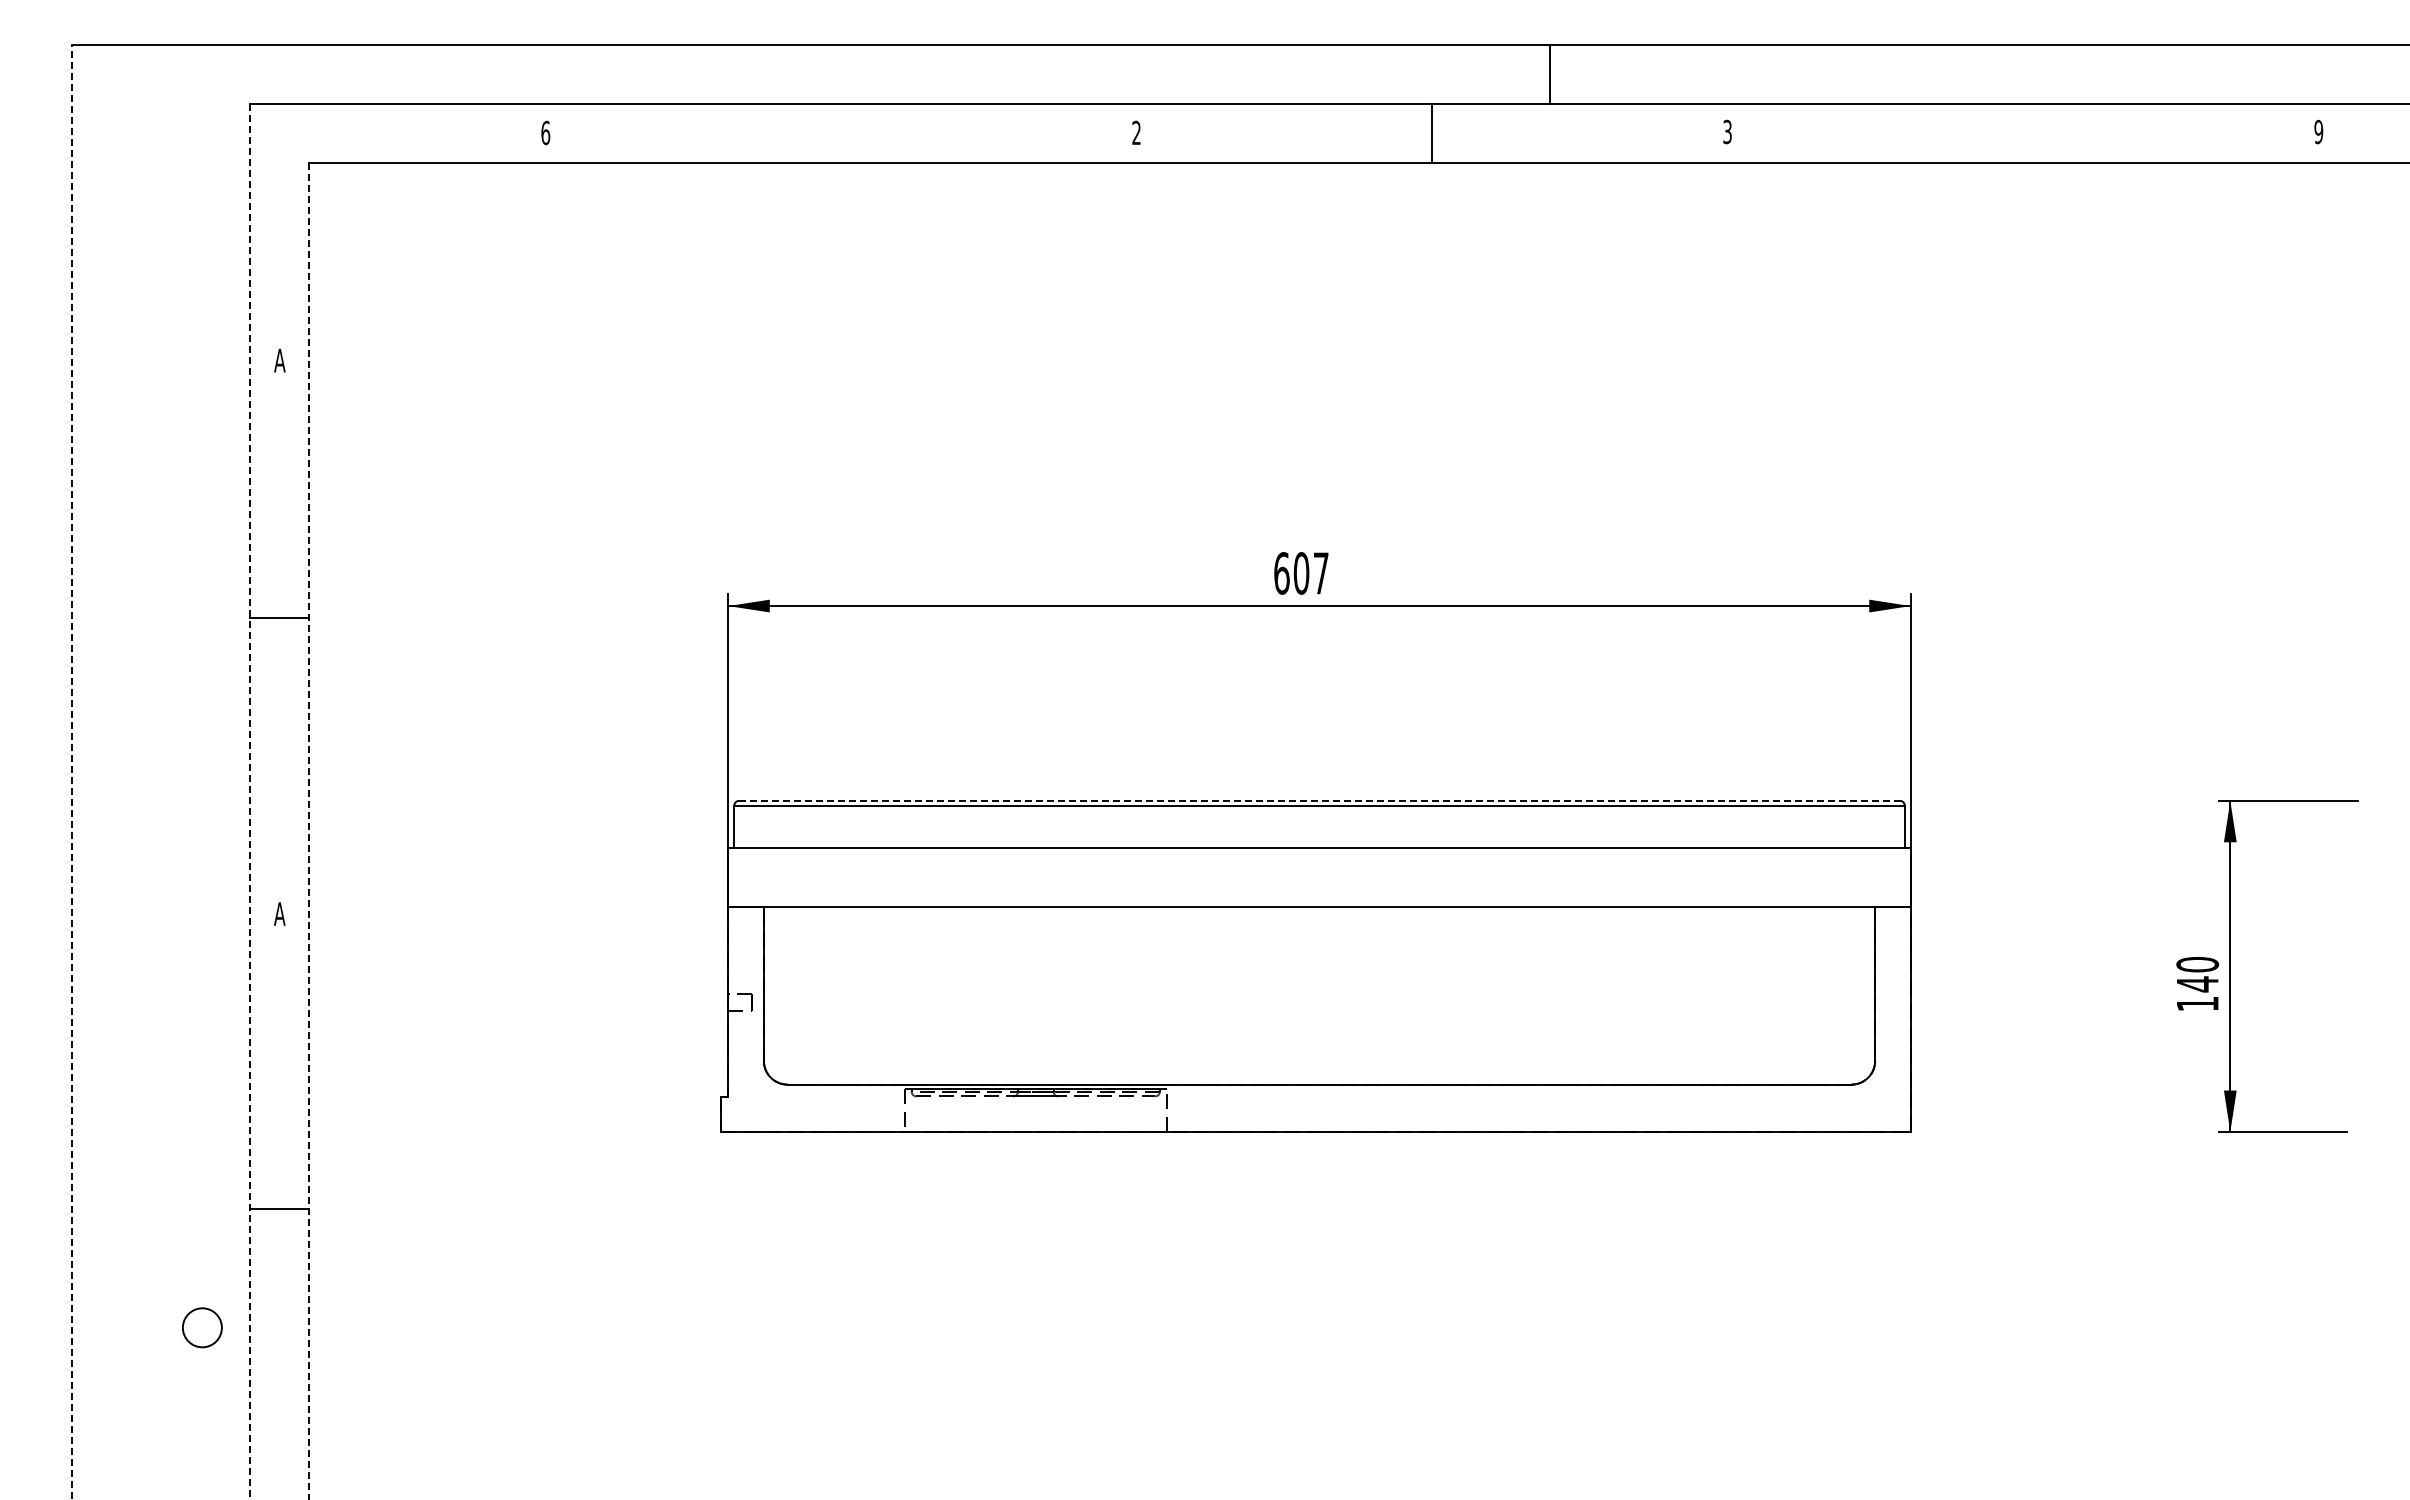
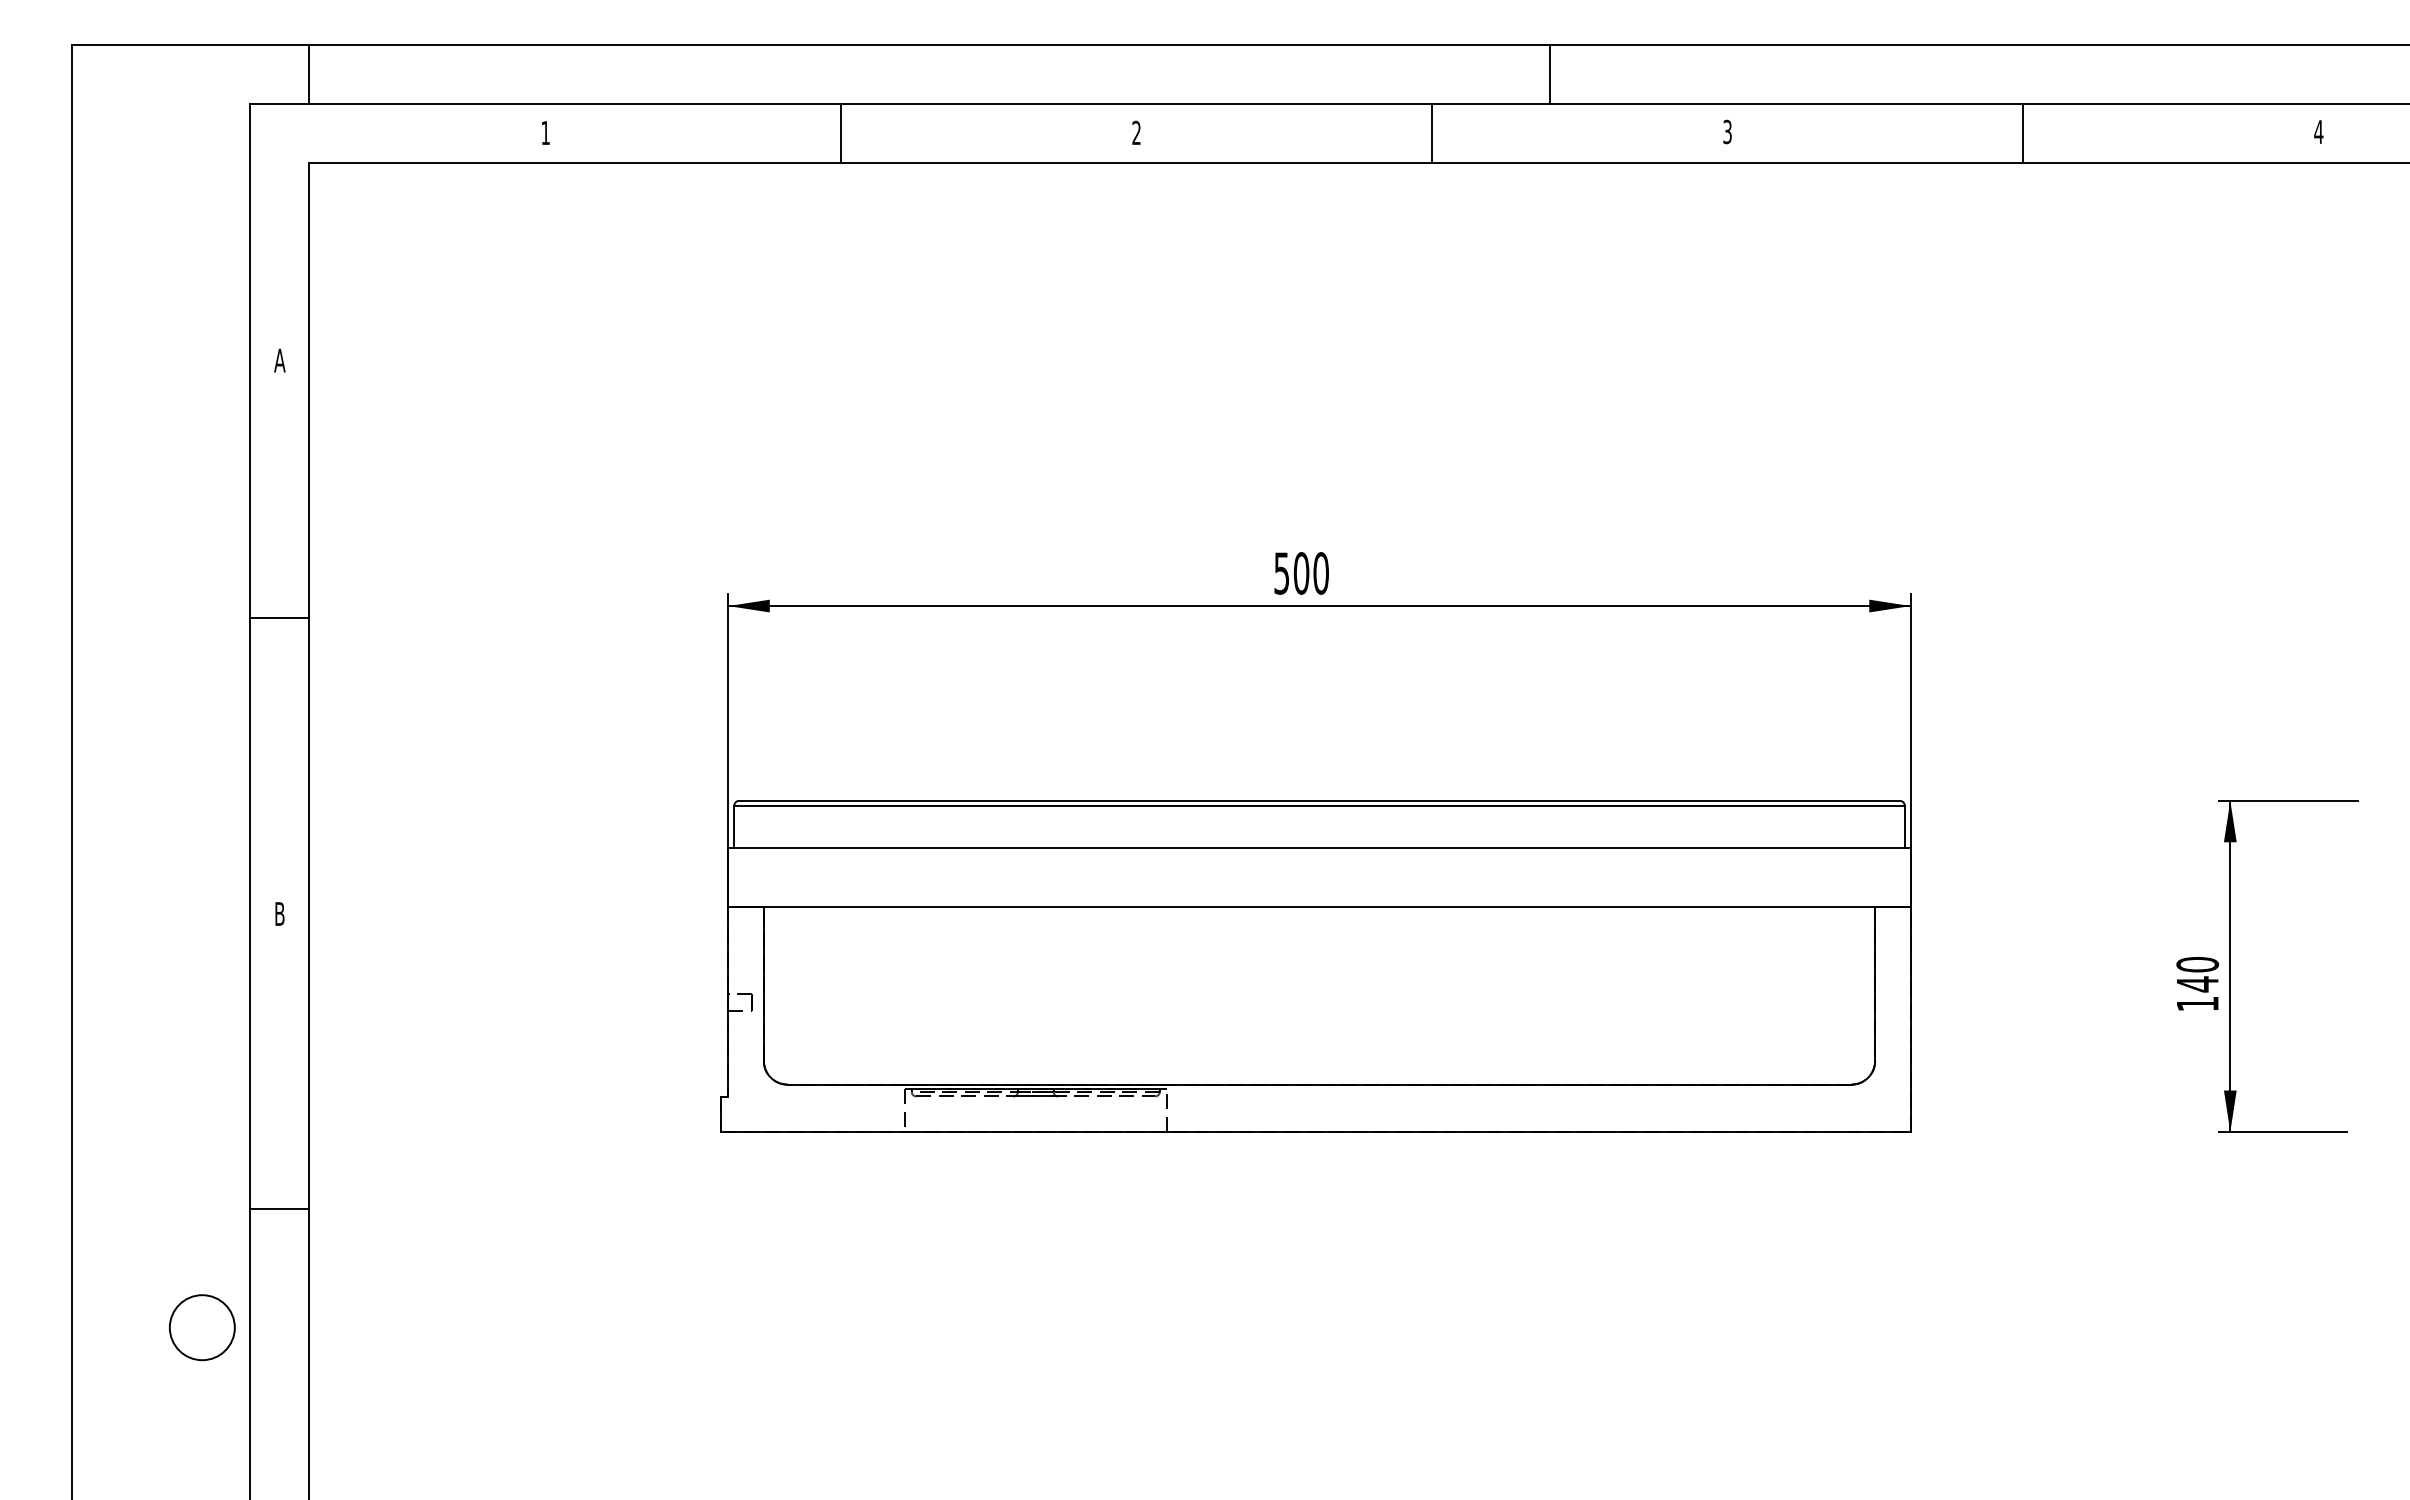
line at (308, 74): none -> present
text at (2318, 131): 9 -> 4
text at (545, 132): 6 -> 1
line at (840, 133): none -> present
line at (2022, 133): none -> present
text at (1301, 573): 607 -> 500
line at (72, 771): dashed -> solid
line at (1320, 800): dashed -> solid
line at (249, 802): dashed -> solid
line at (308, 831): dashed -> solid
text at (279, 913): A -> B
circle at (202, 1327) size: 41x42 px -> 67x68 px
